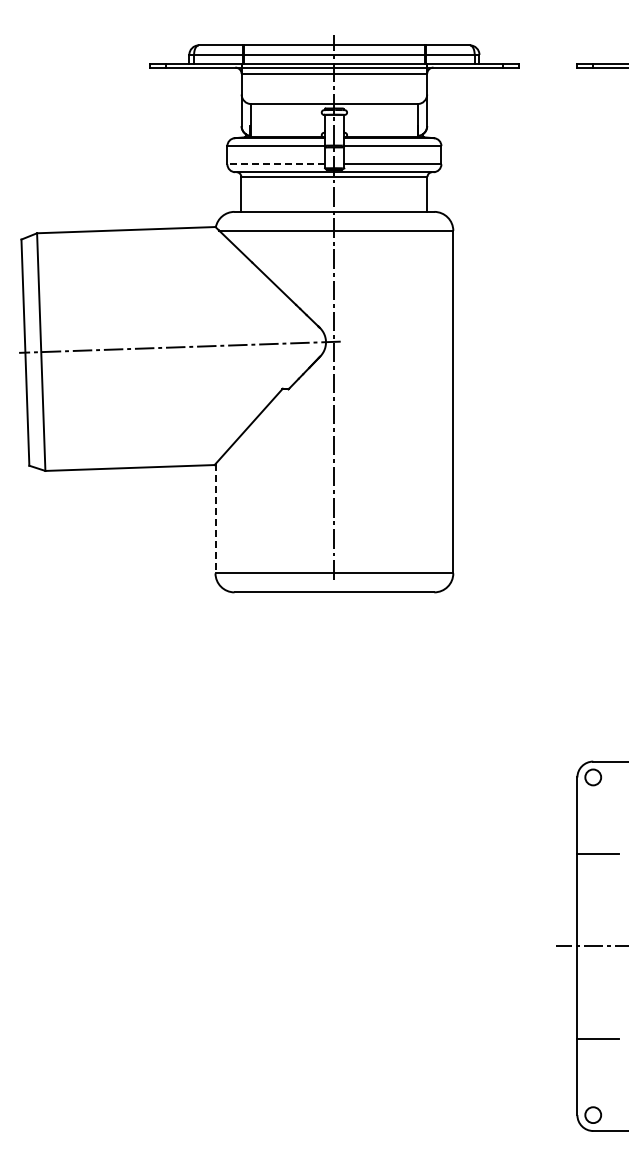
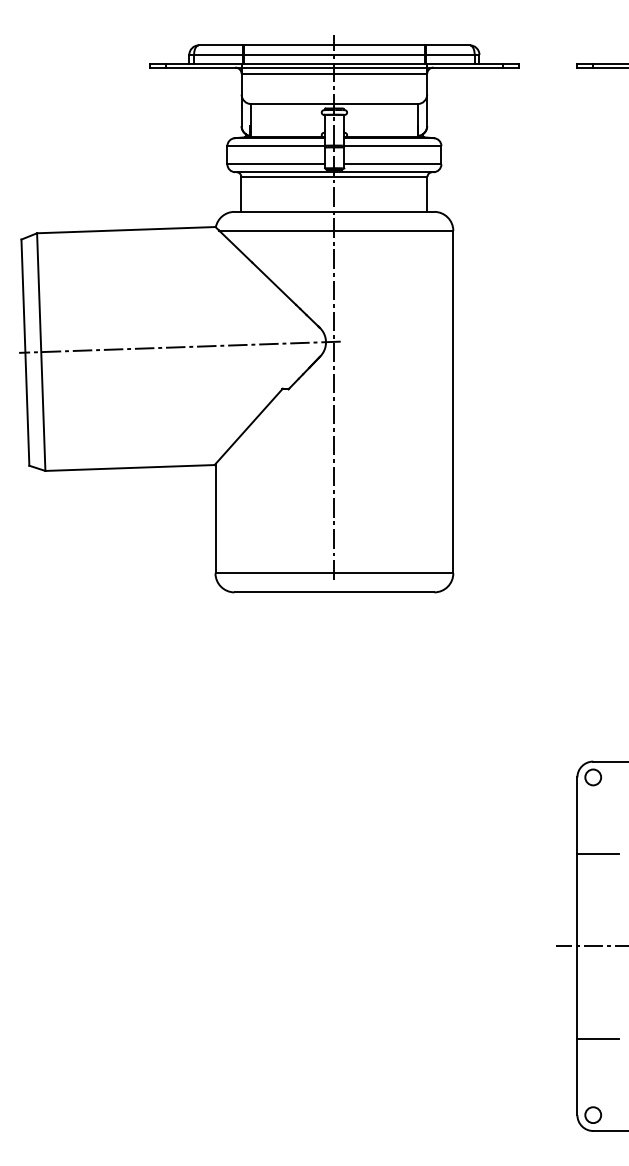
line at (276, 164): dashed -> solid
line at (215, 518): dashed -> solid
